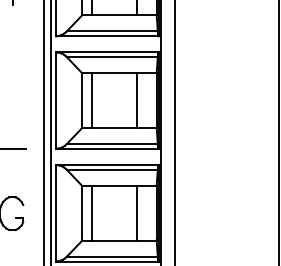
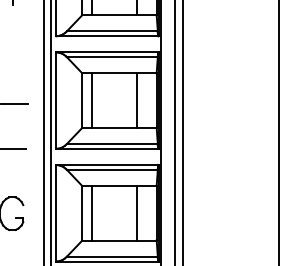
line at (15, 103): none -> present
line at (182, 132): none -> present
